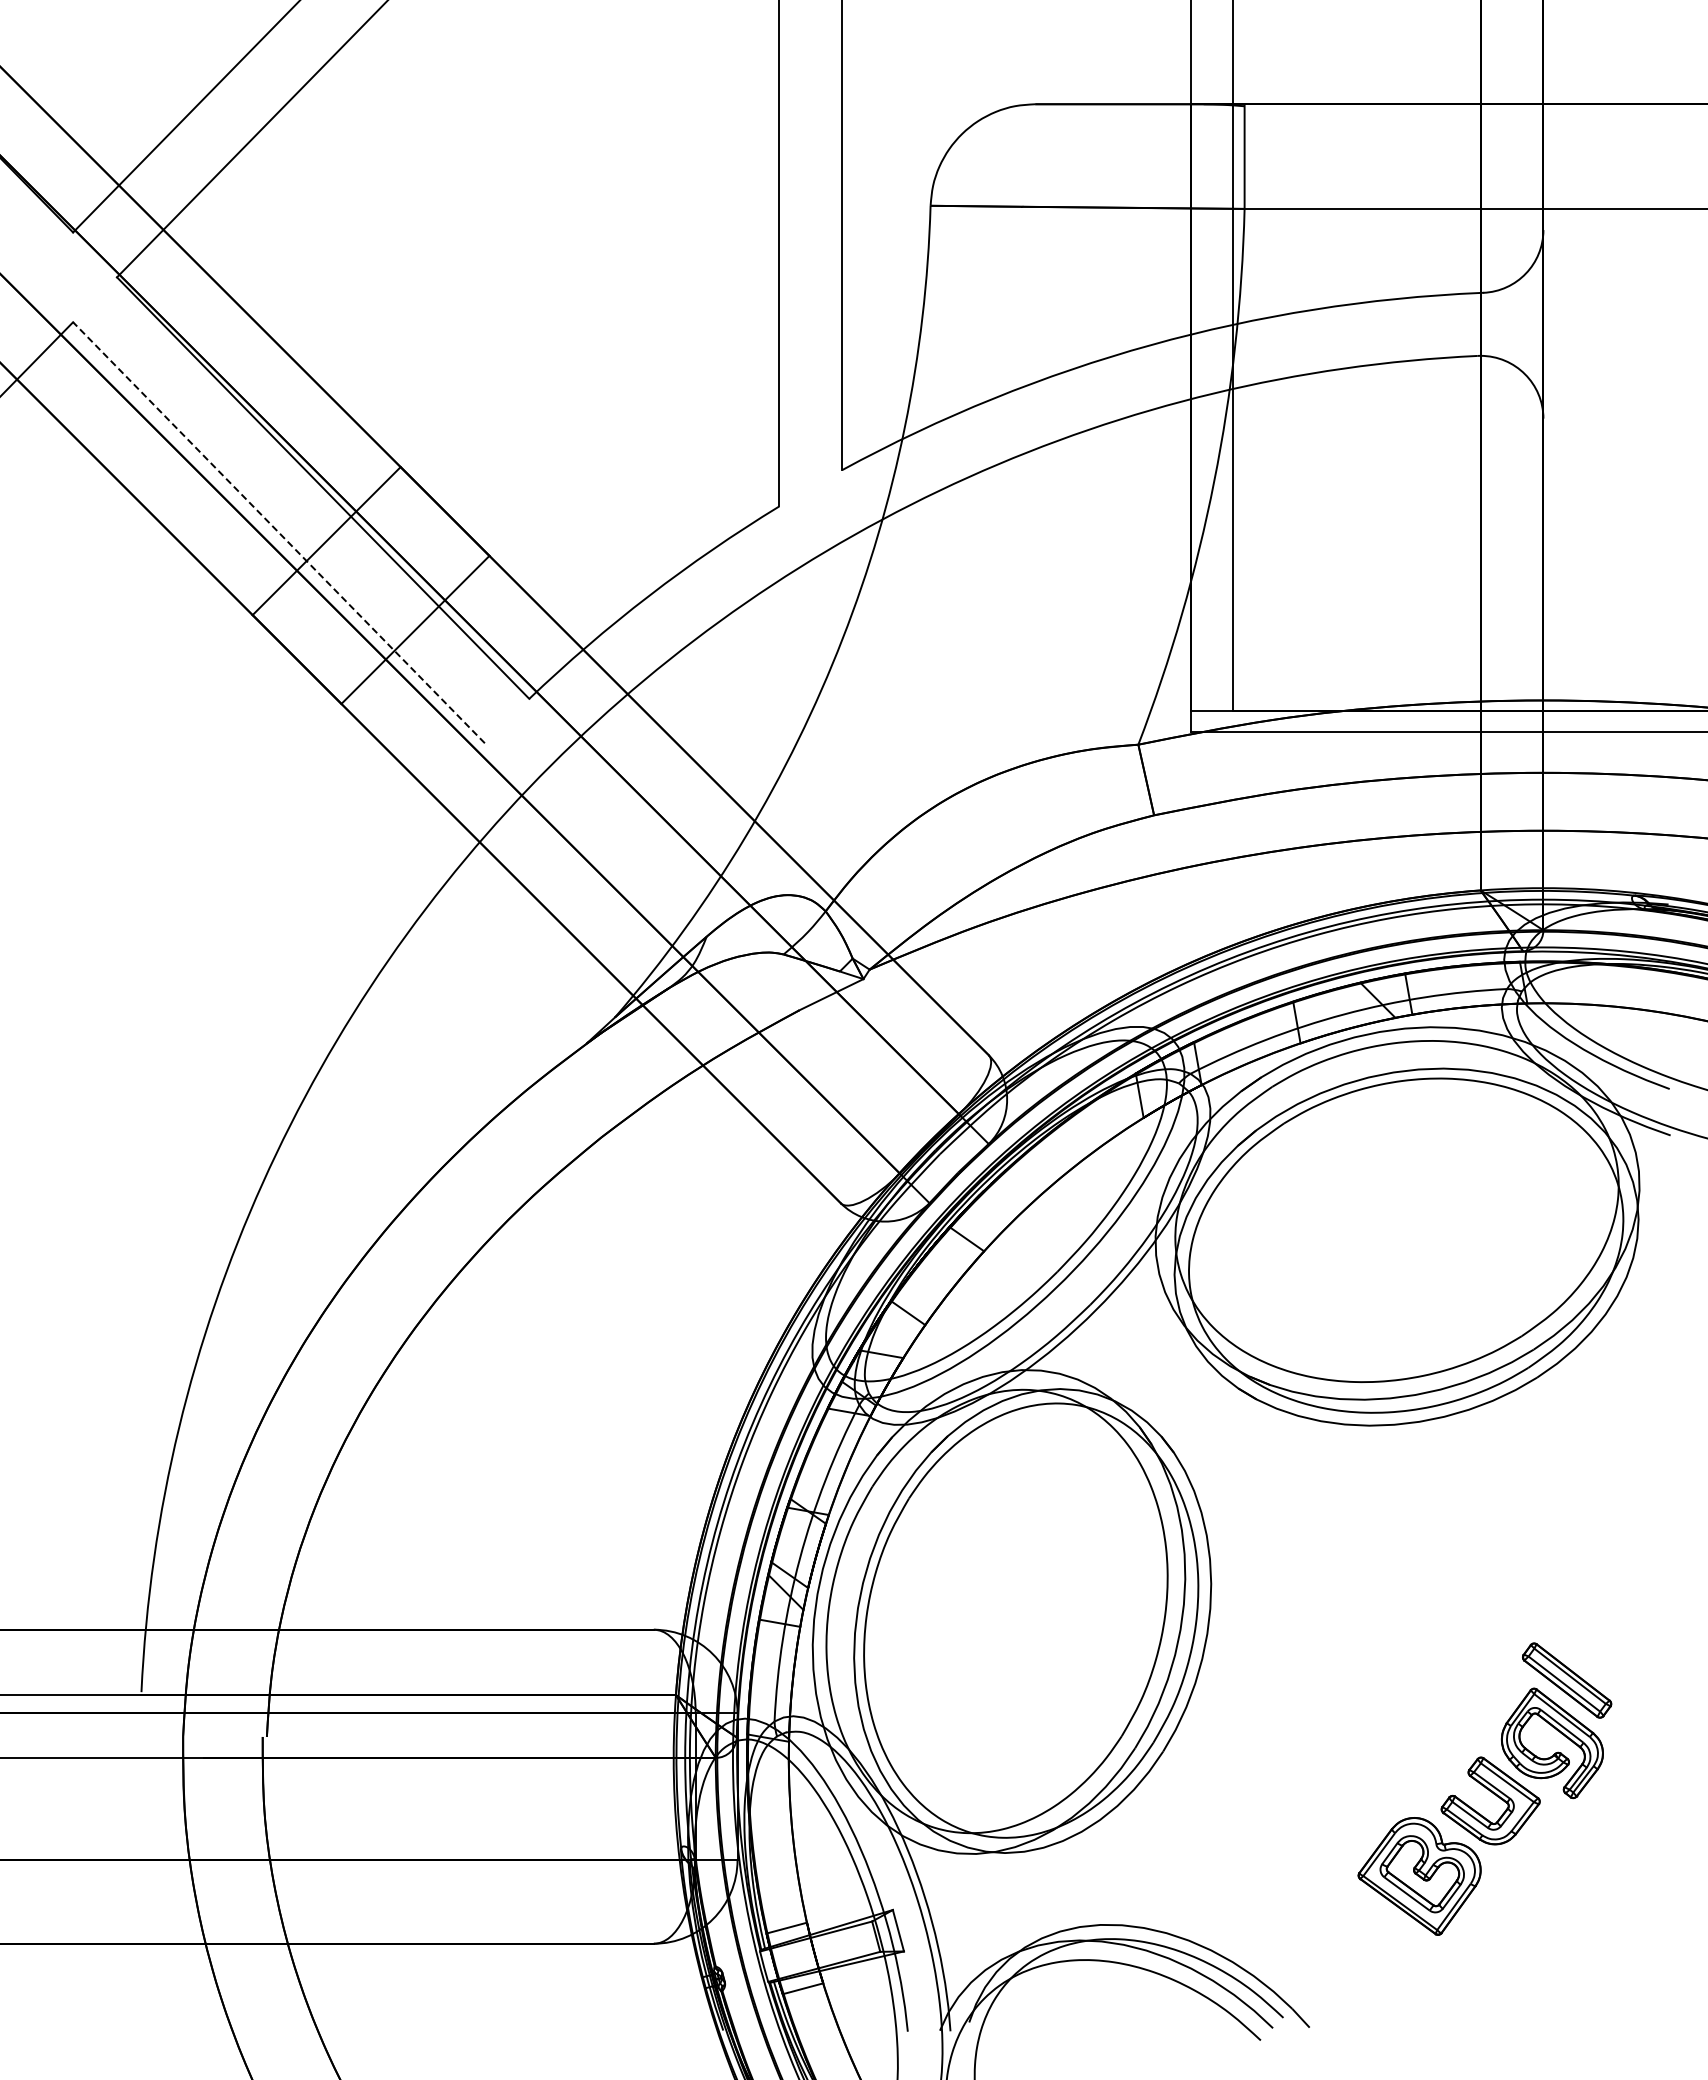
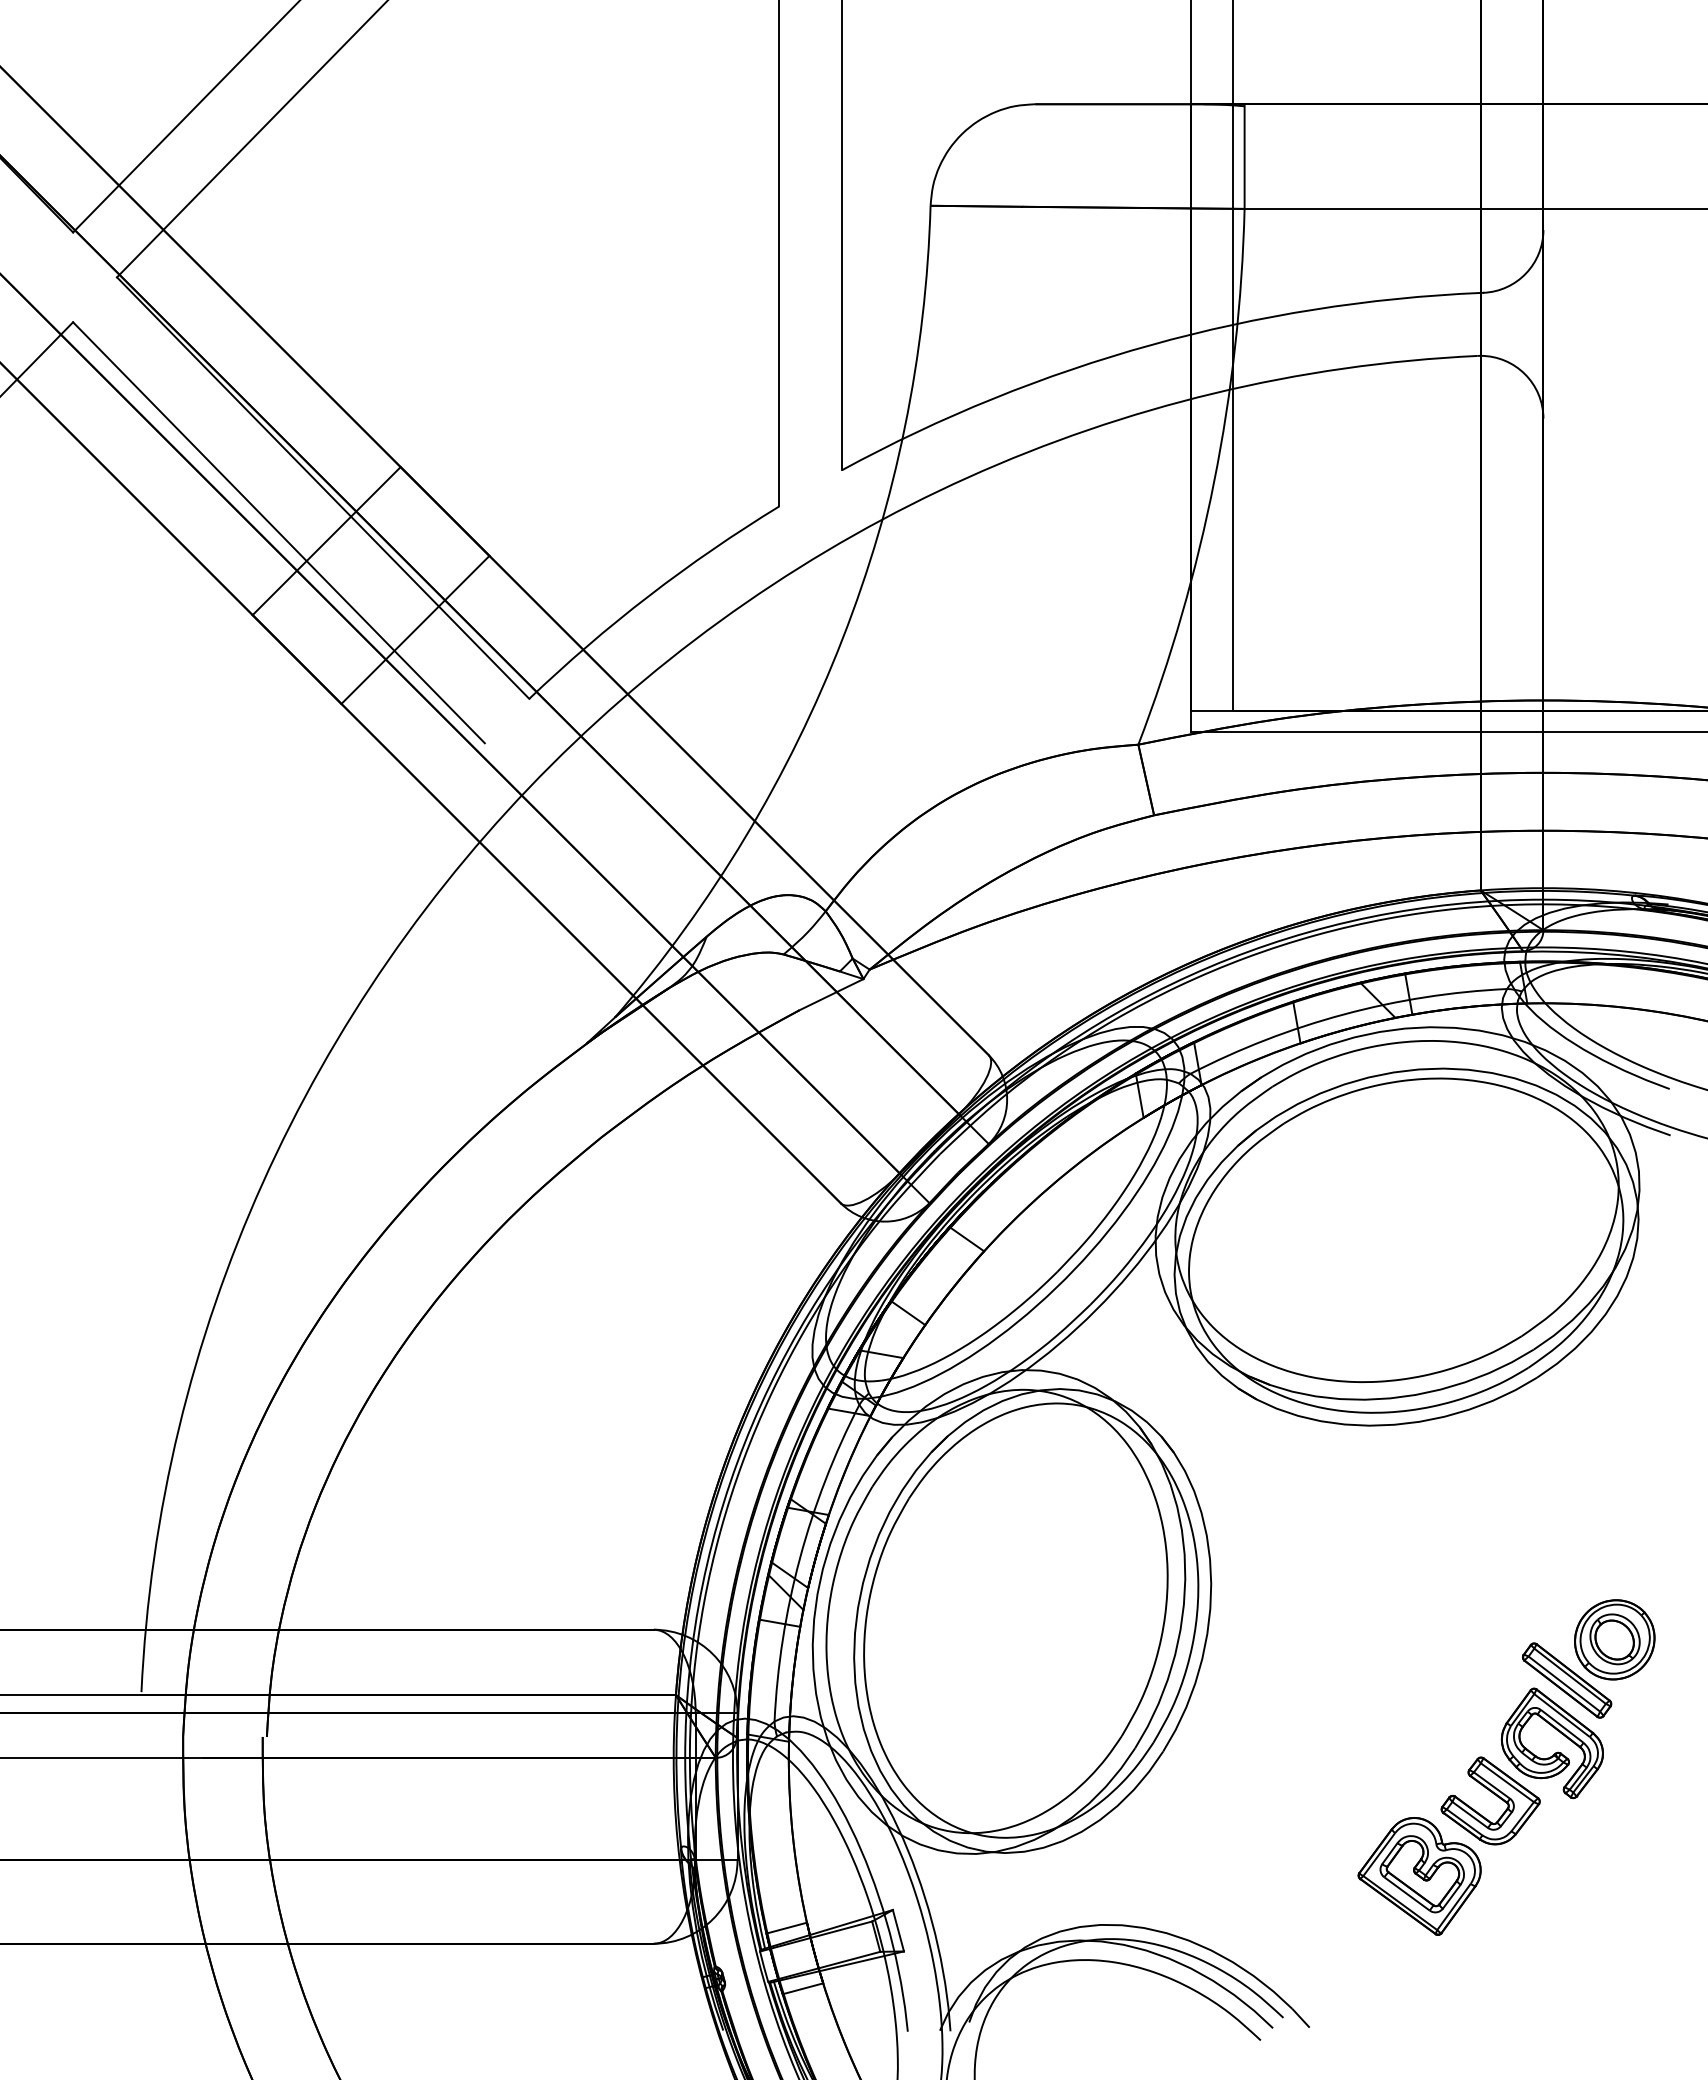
line at (278, 532): dashed -> solid
part at (1614, 1639): none -> present
